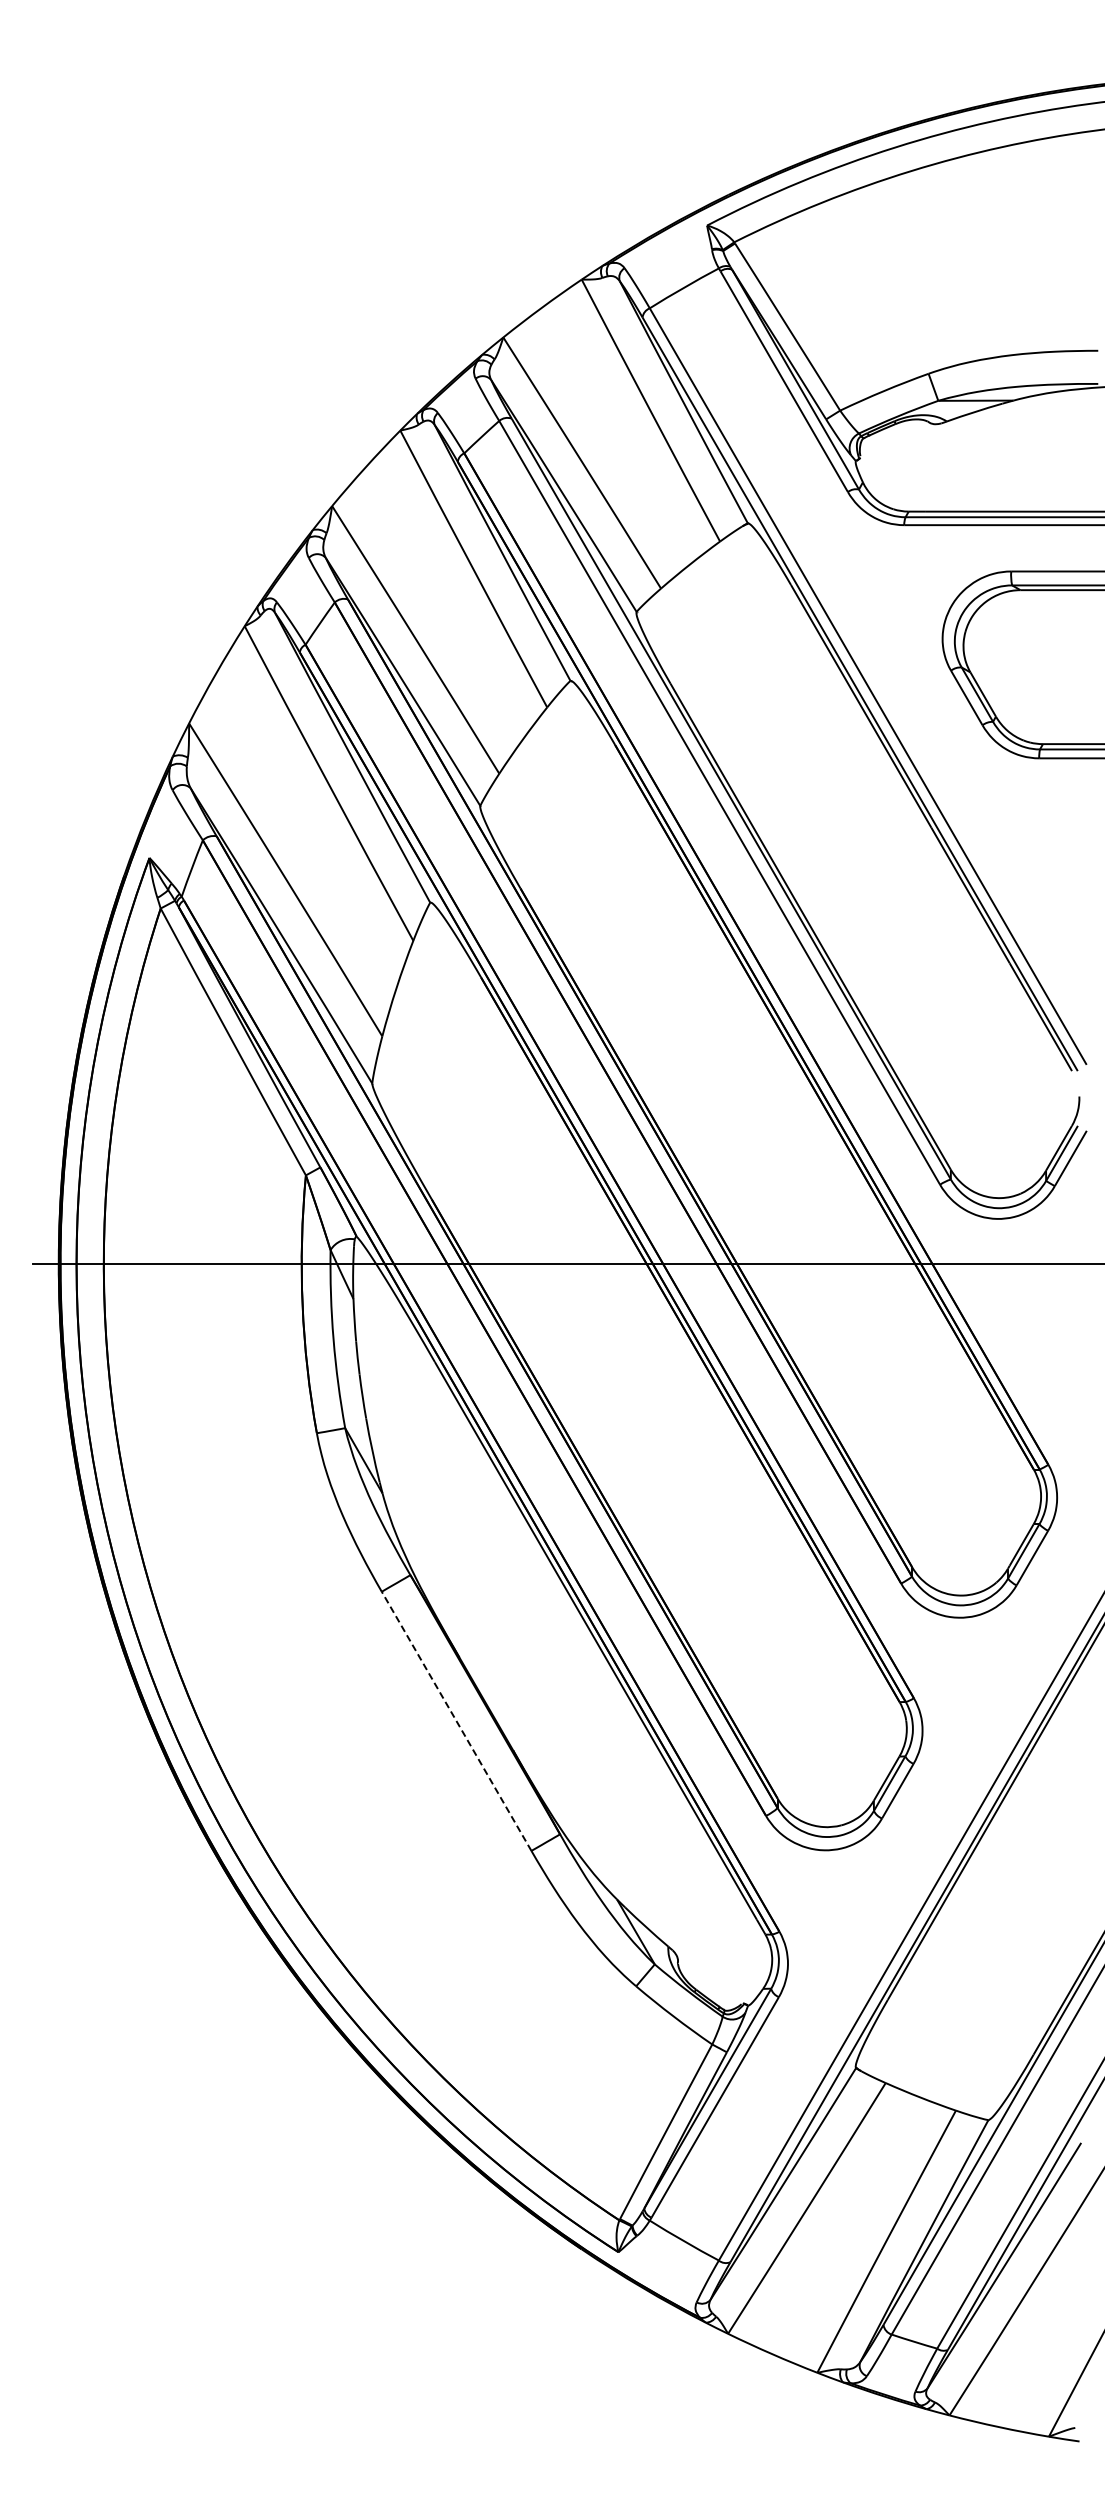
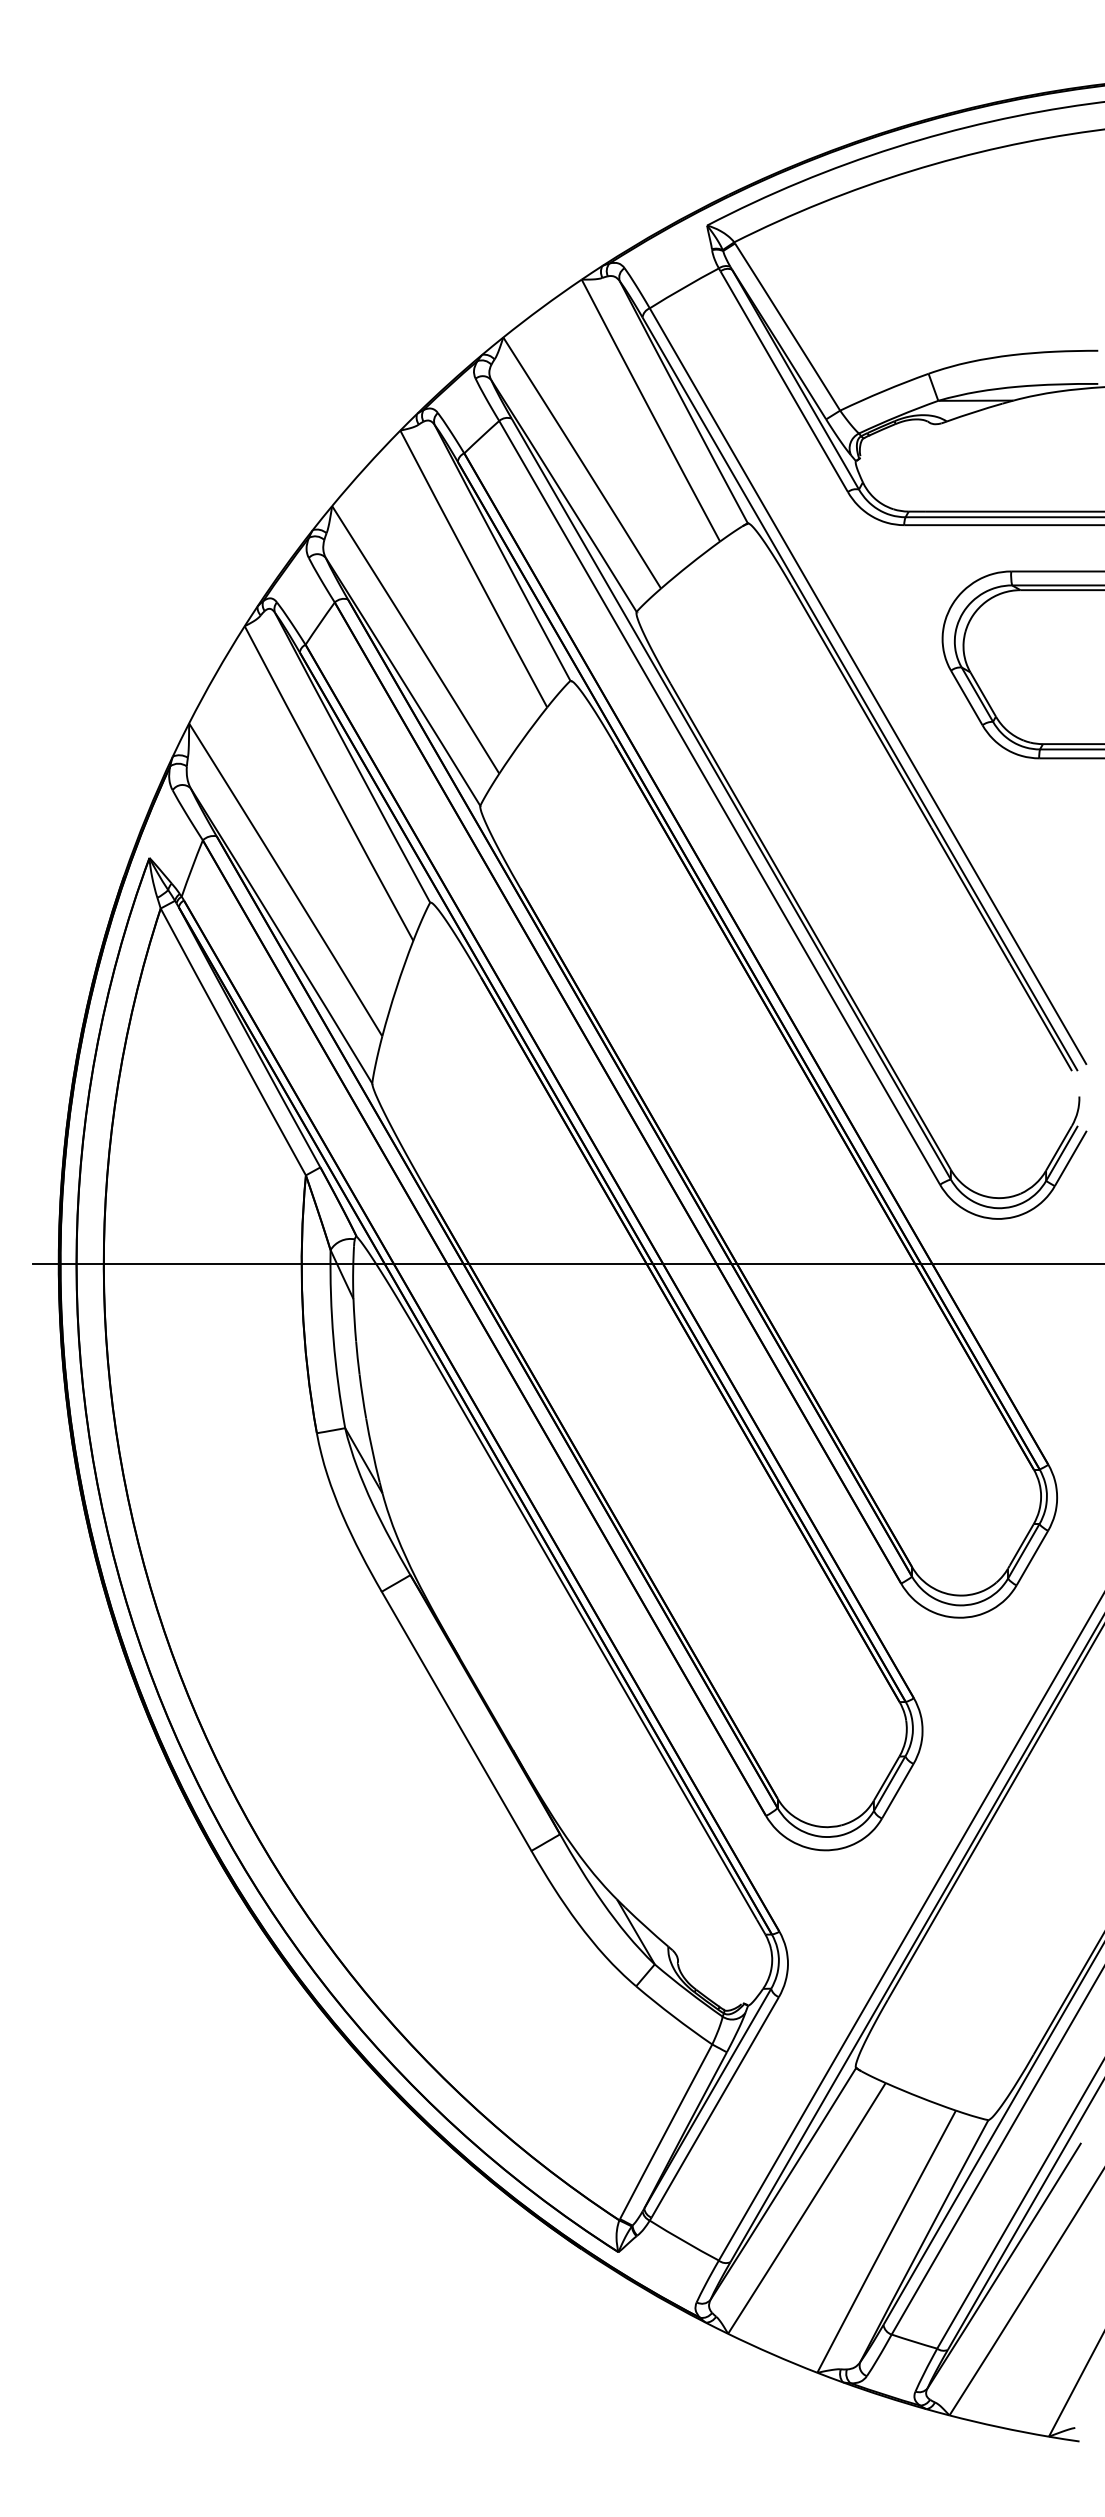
line at (456, 1721): dashed -> solid
